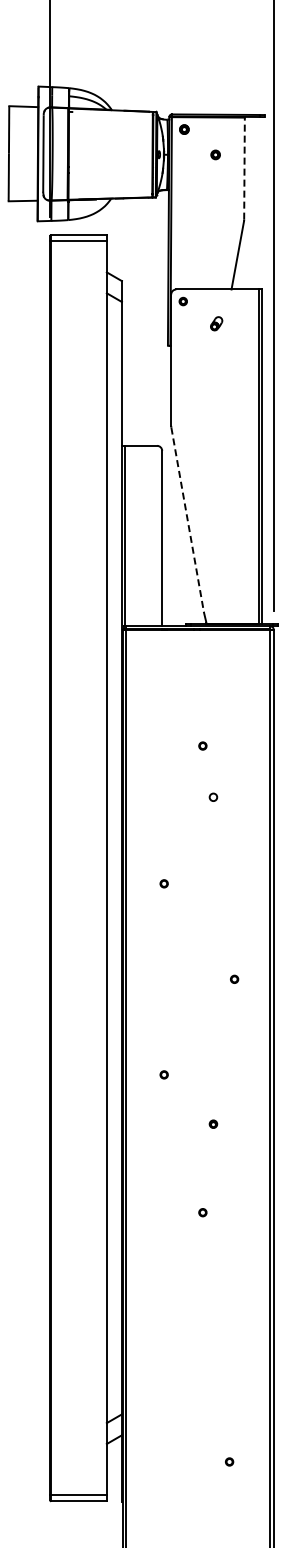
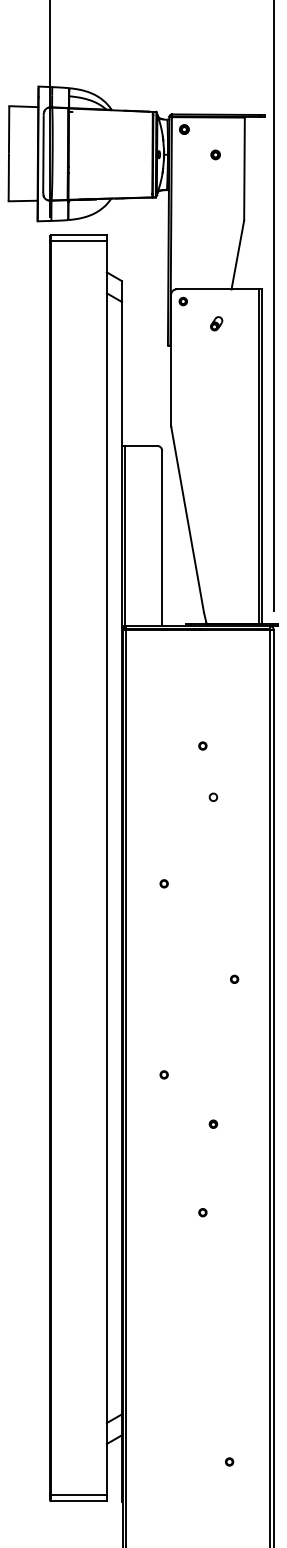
line at (244, 168): dashed -> solid
line at (187, 520): dashed -> solid
